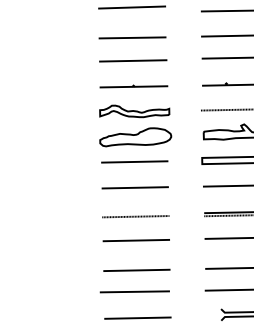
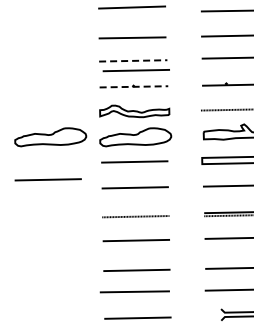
line at (133, 60): solid -> dashed
line at (135, 70): none -> present
line at (134, 86): solid -> dashed
part at (50, 137): none -> present
line at (47, 179): none -> present
